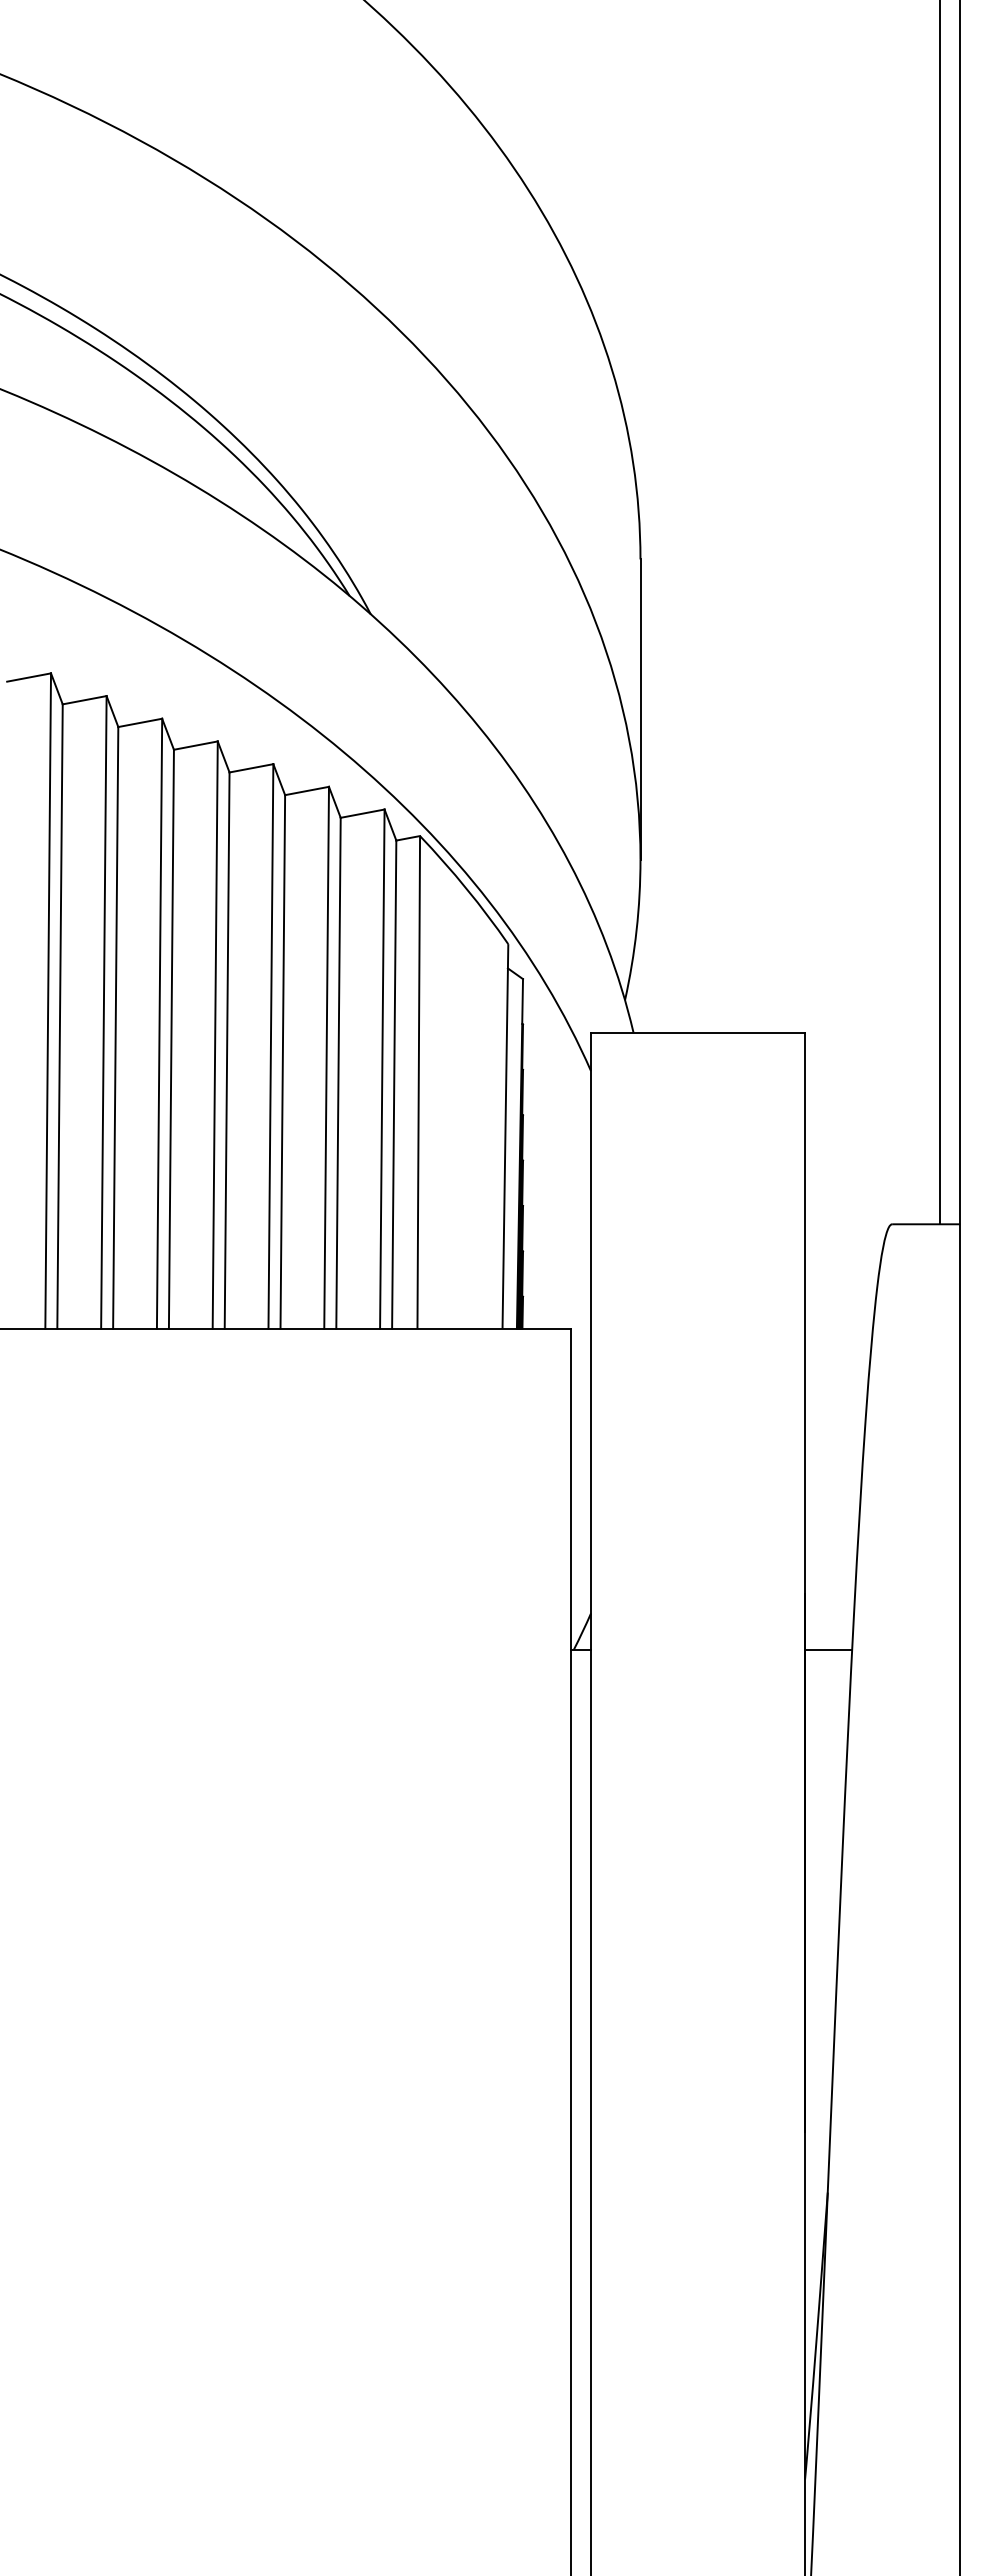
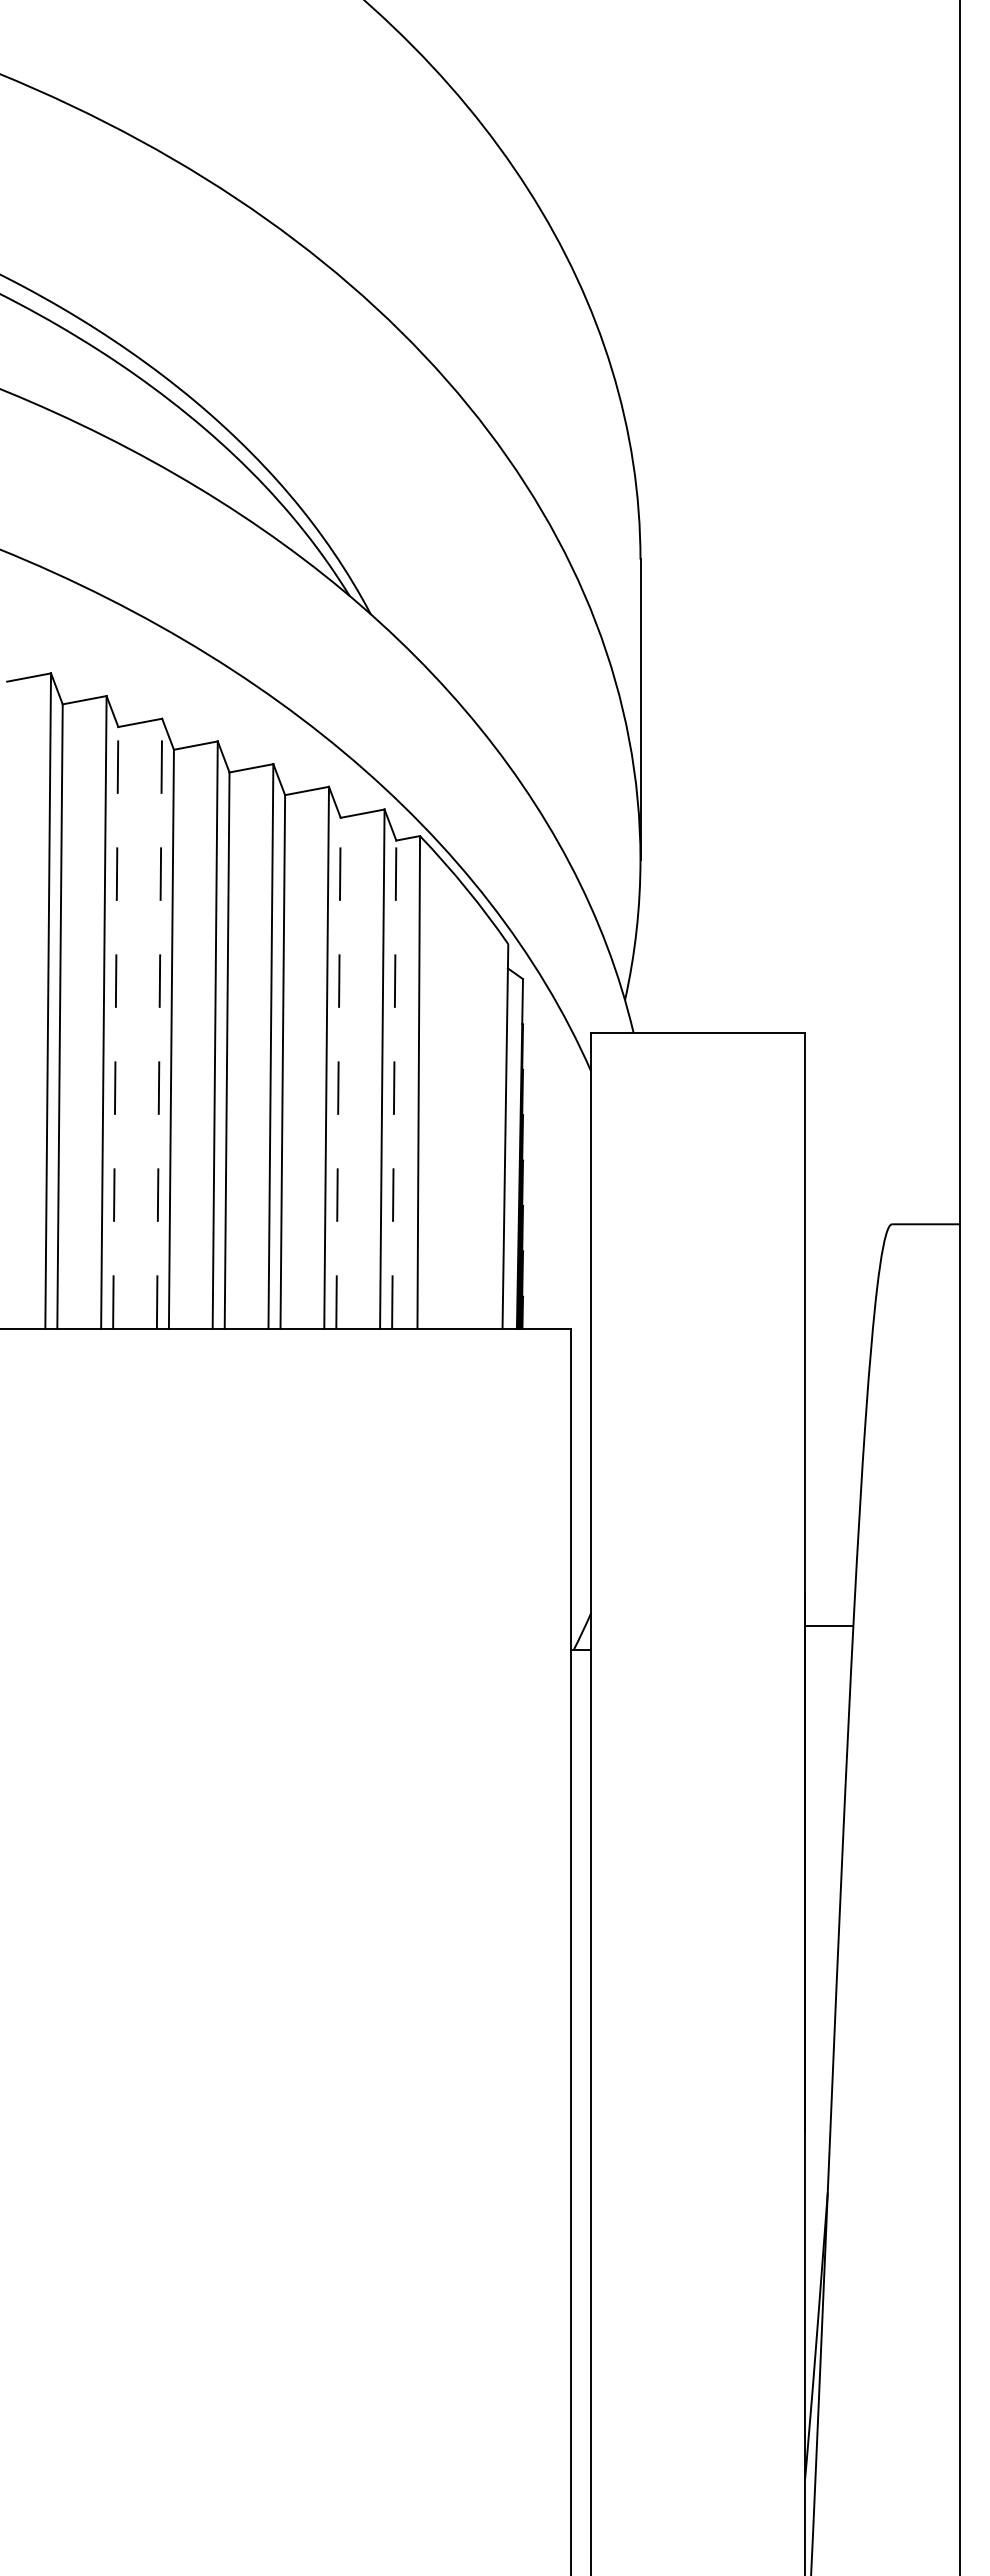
line at (940, 613): present -> none
line at (159, 1023): solid -> dashed
line at (115, 1027): solid -> dashed
line at (338, 1073): solid -> dashed
line at (394, 1084): solid -> dashed
line at (828, 1649) position: (828, 1649) -> (828, 1625)
